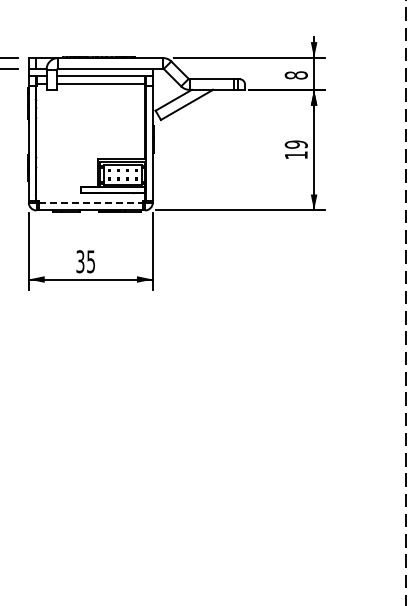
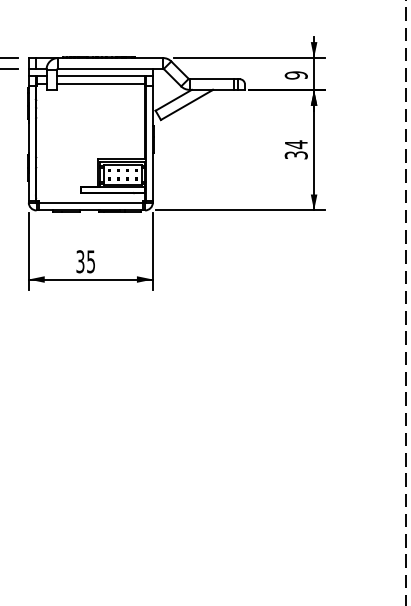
text at (296, 75): 8 -> 9
text at (295, 149): 19 -> 34
line at (91, 202): dashed -> solid
